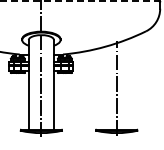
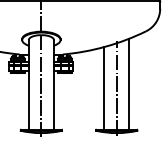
line at (80, 1): dashed -> solid
line at (129, 83): none -> present
line at (104, 88): none -> present
